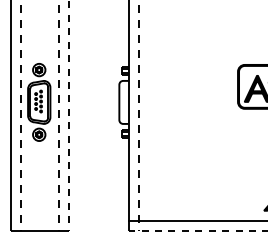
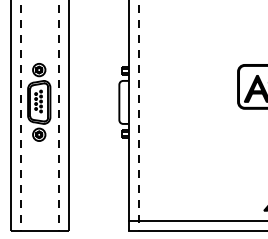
line at (68, 116): dashed -> solid
line at (197, 231): dashed -> solid
